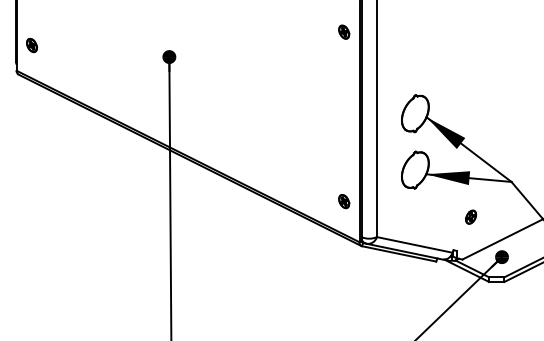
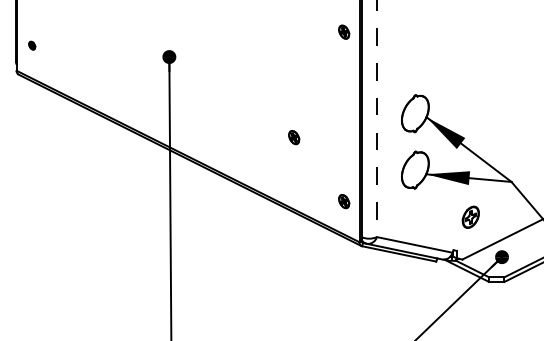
part at (32, 45) size: 13x16 px -> 9x11 px
line at (376, 119): solid -> dashed
part at (294, 137): none -> present
part at (471, 216) size: 13x16 px -> 19x24 px
